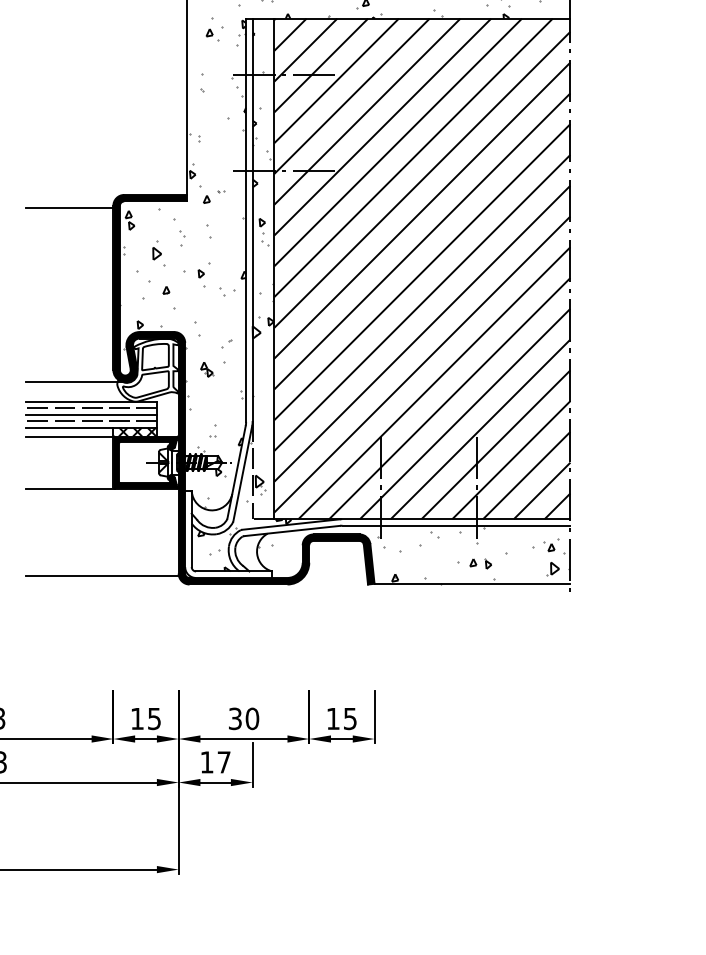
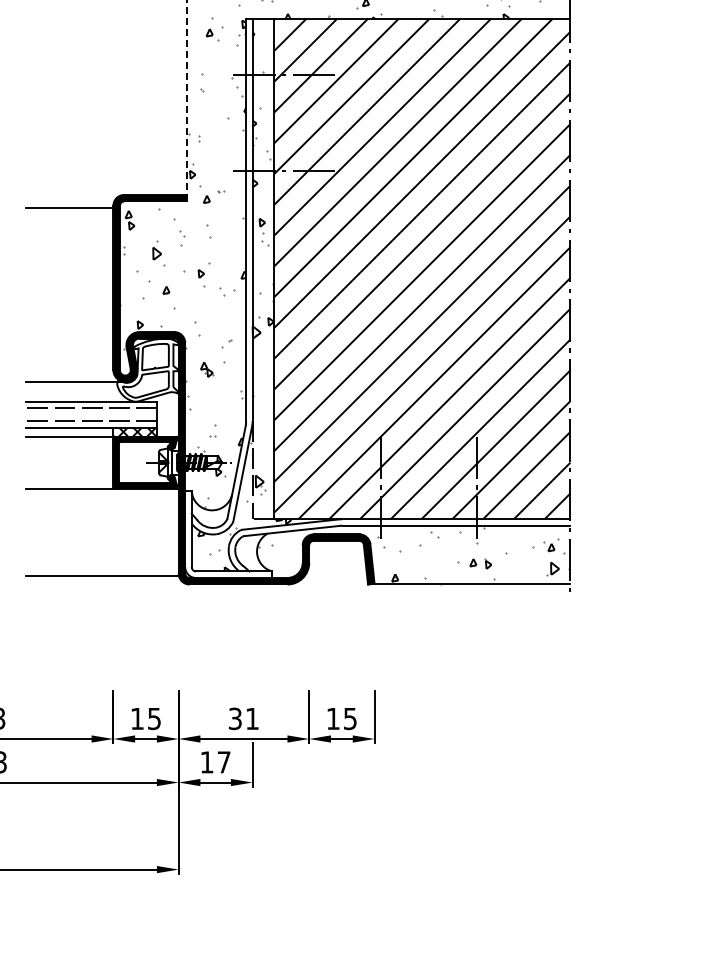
line at (187, 100): solid -> dashed
line at (91, 414): present -> none
text at (252, 718): 30 -> 31
